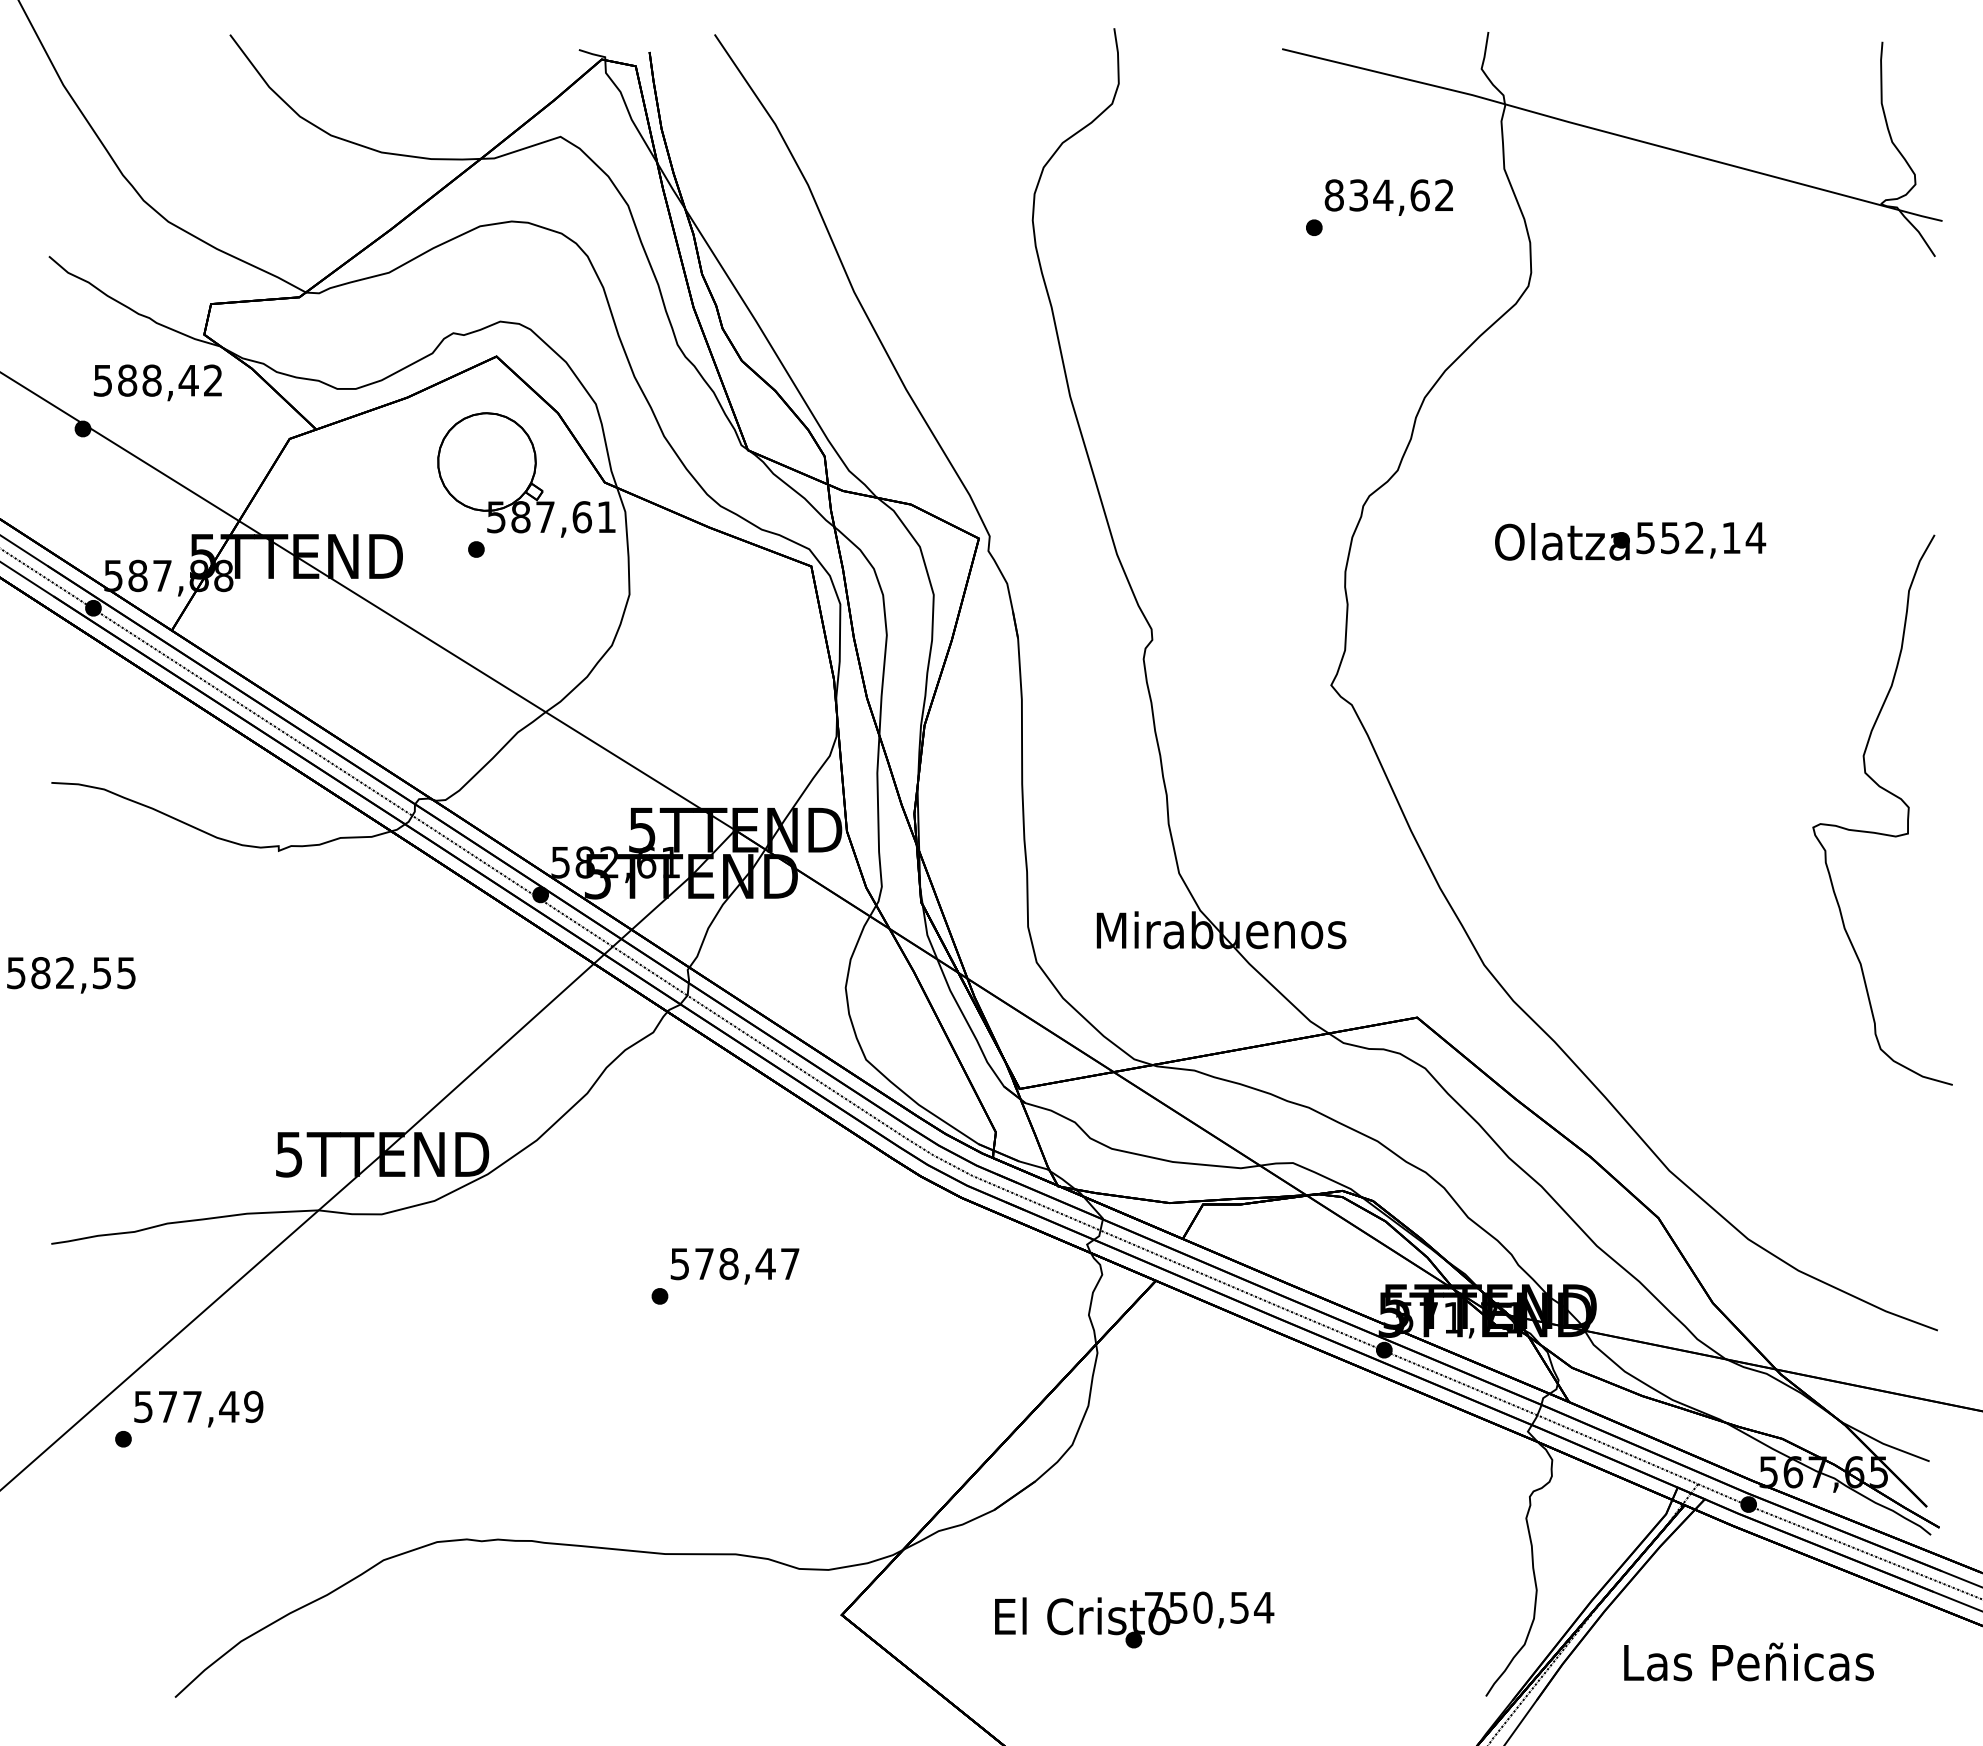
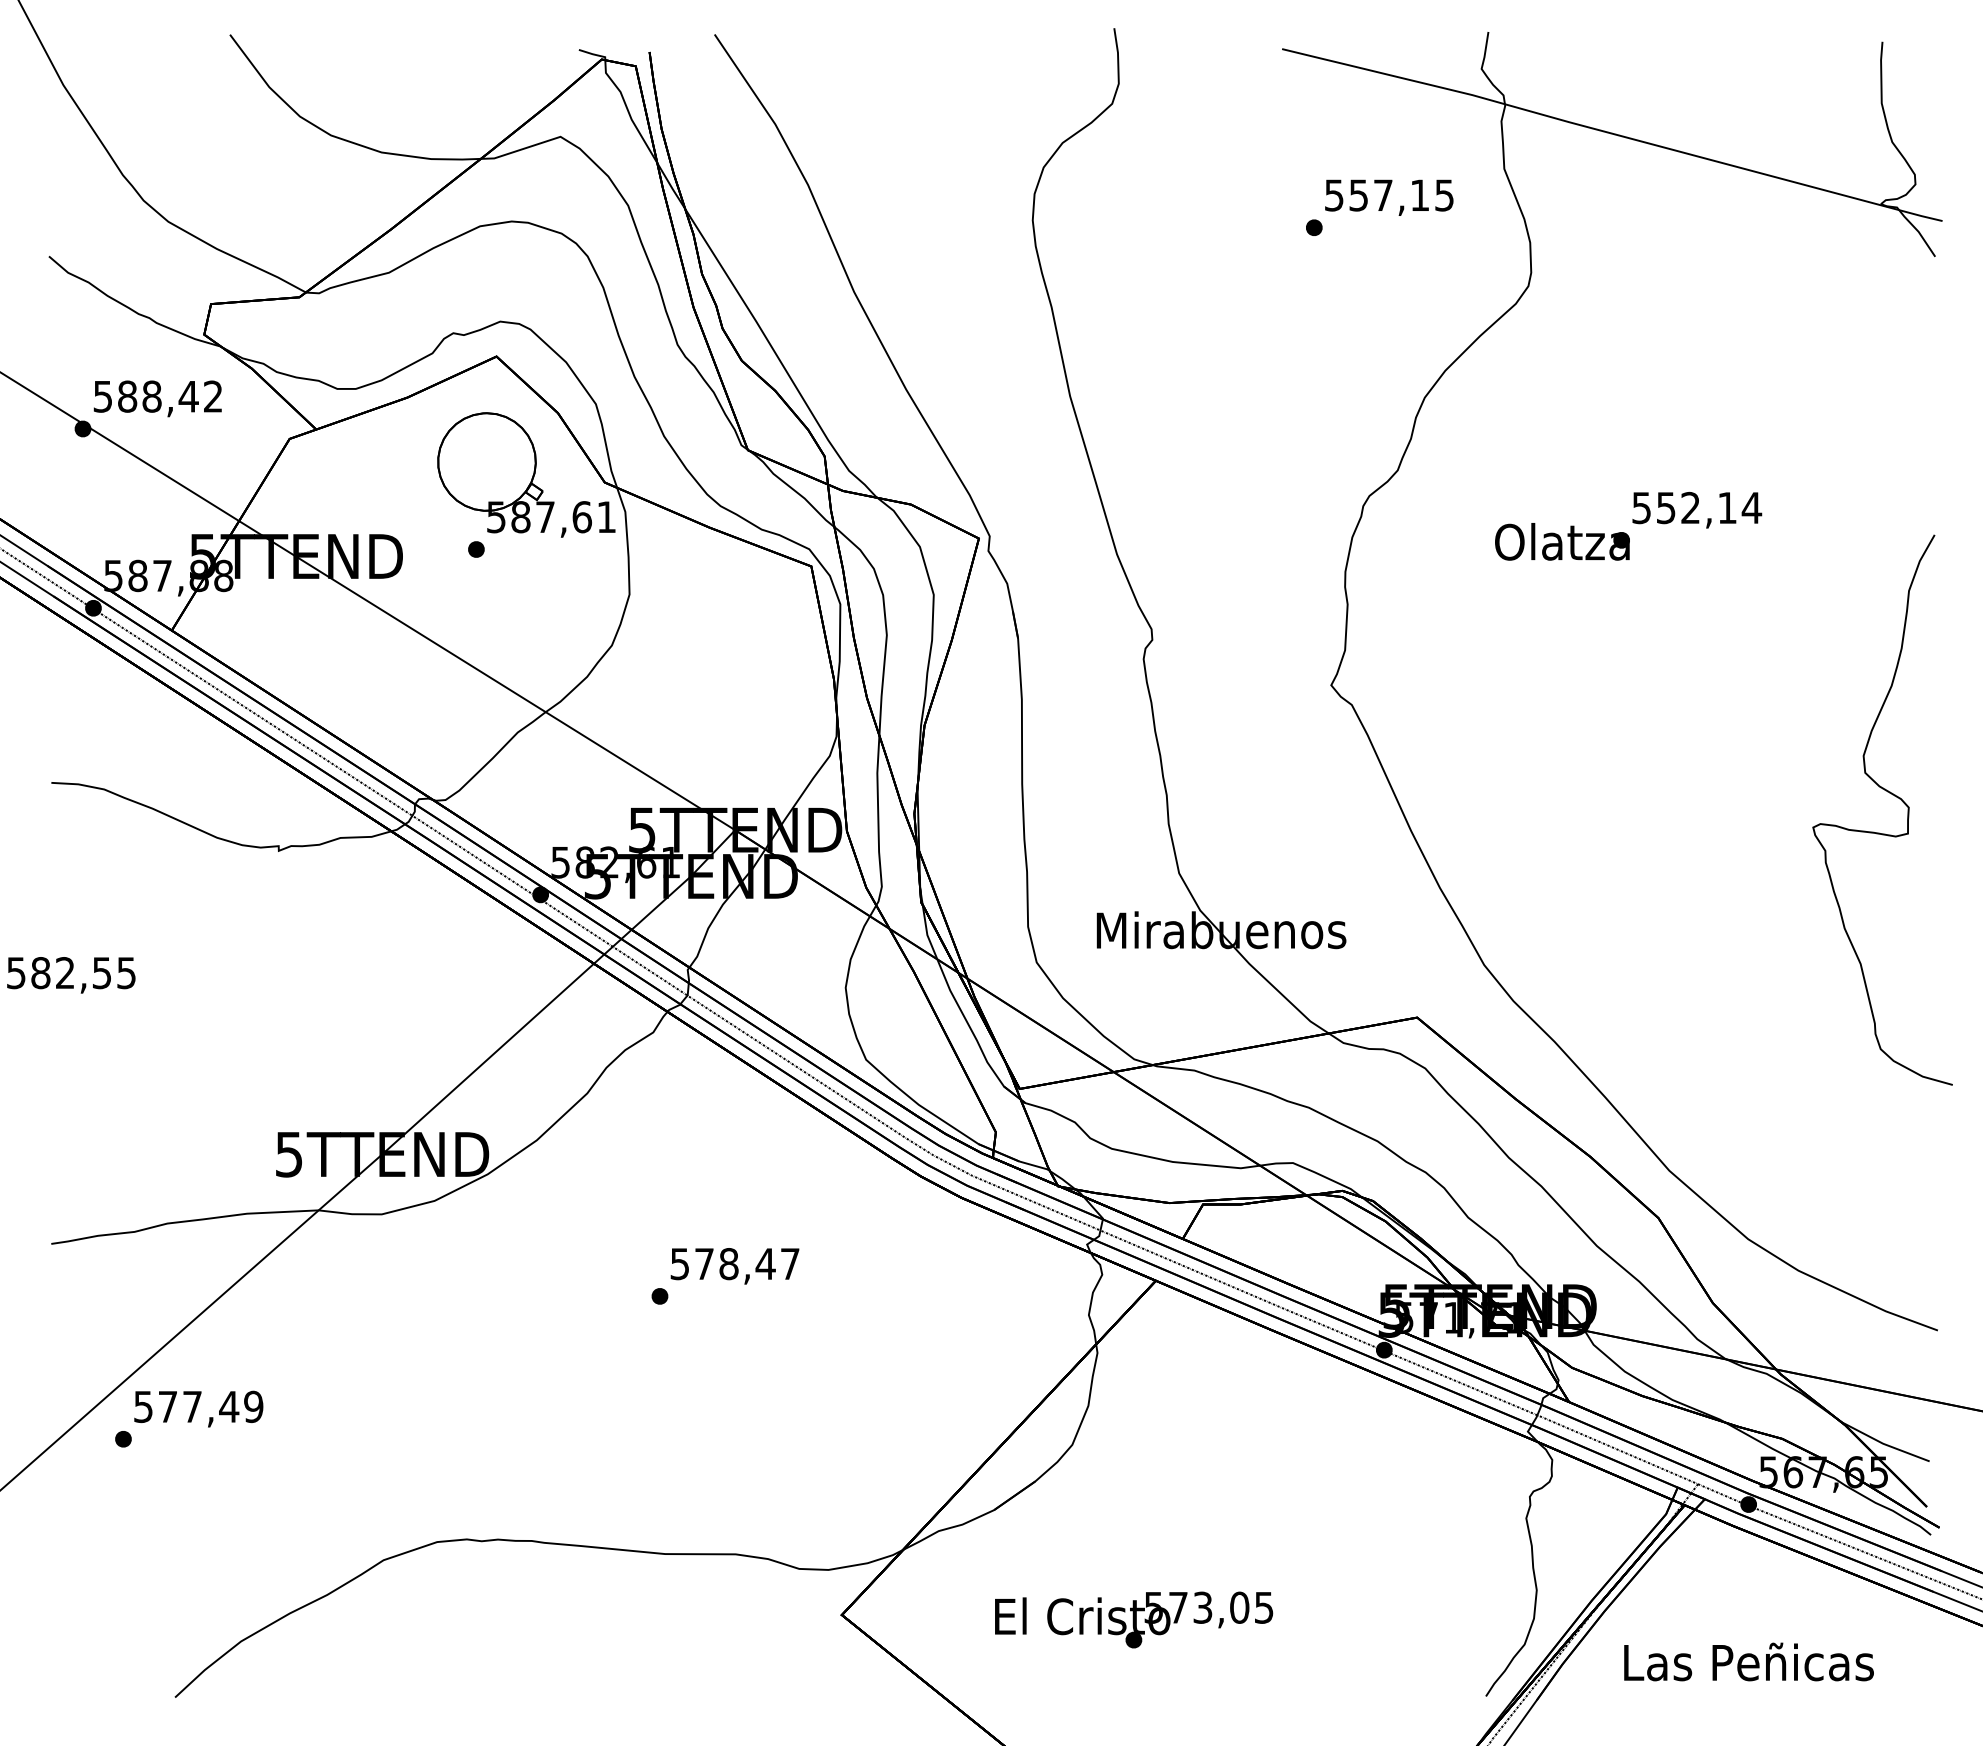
text at (1388, 195): 834,62 -> 557,15
text at (157, 382) position: (157, 382) -> (157, 398)
text at (1701, 539) position: (1701, 539) -> (1697, 509)
text at (1209, 1607): 750,54 -> 573,05
